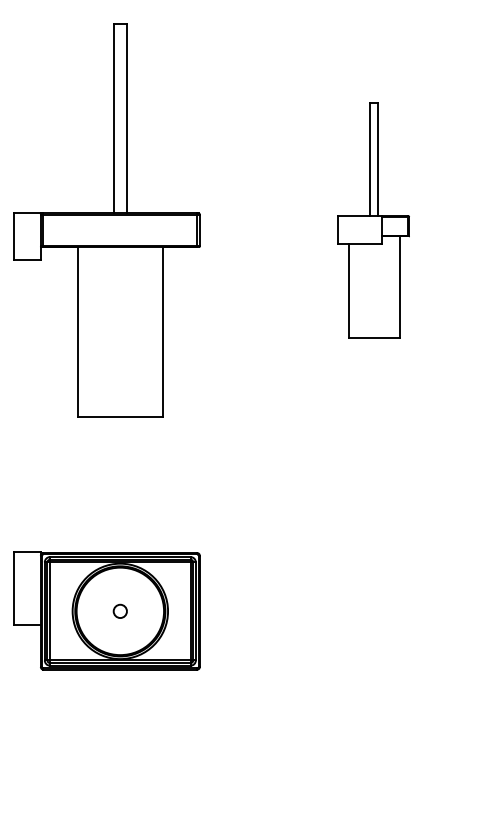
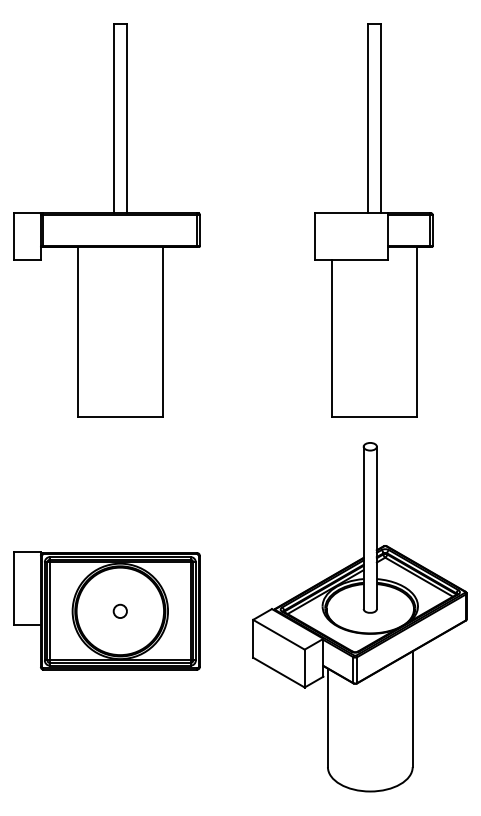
part at (373, 220) size: 73x237 px -> 120x395 px
part at (359, 617): none -> present
